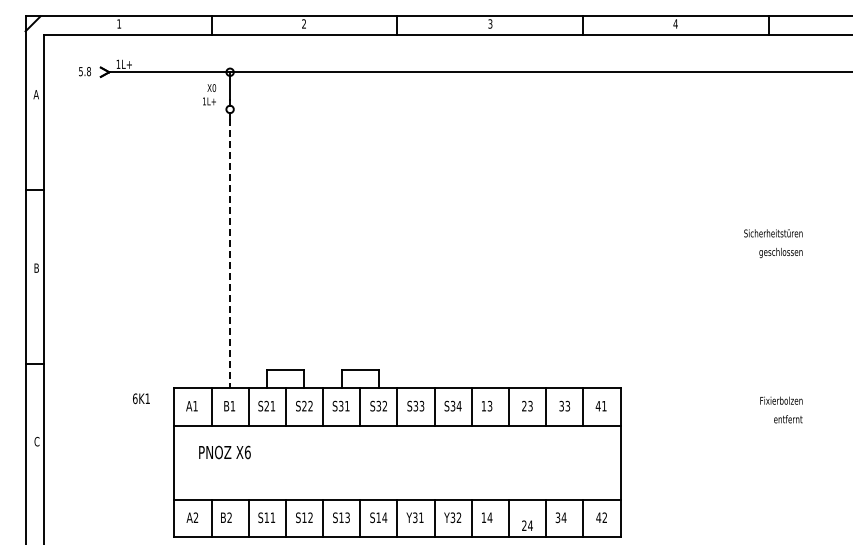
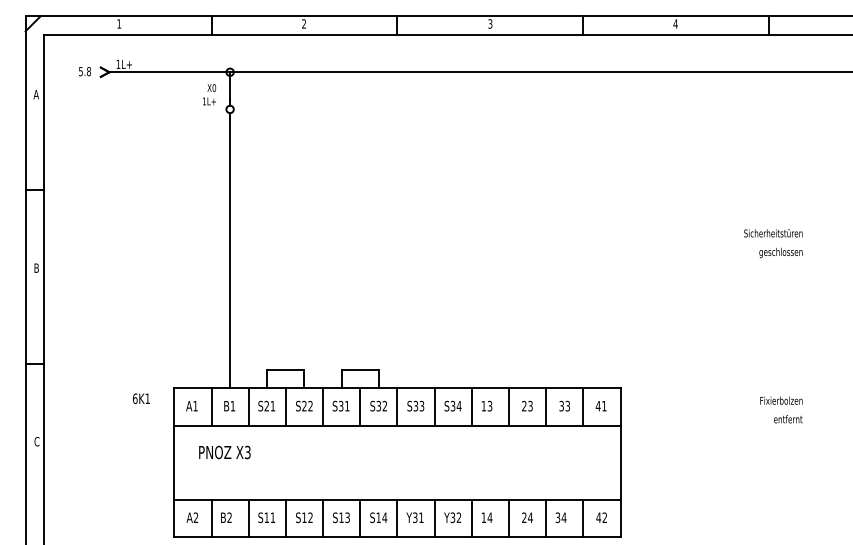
line at (230, 253): dashed -> solid
text at (247, 452): X6 -> X3
text at (527, 525) position: (527, 525) -> (527, 517)
